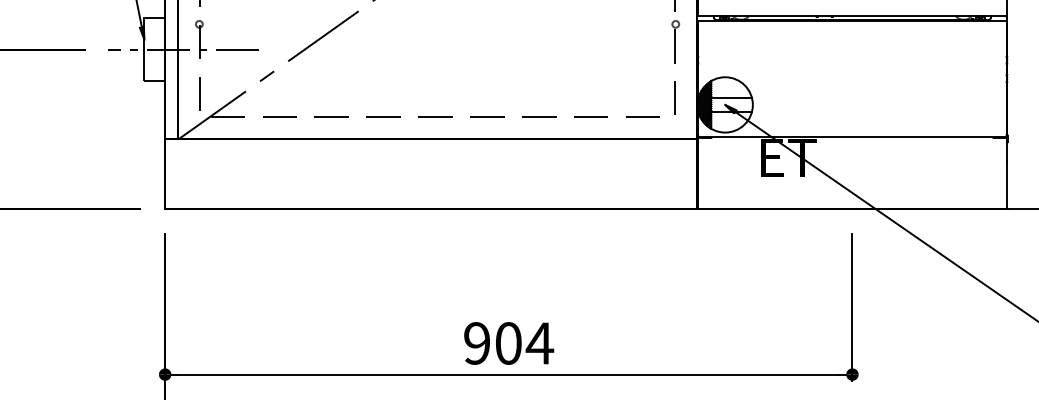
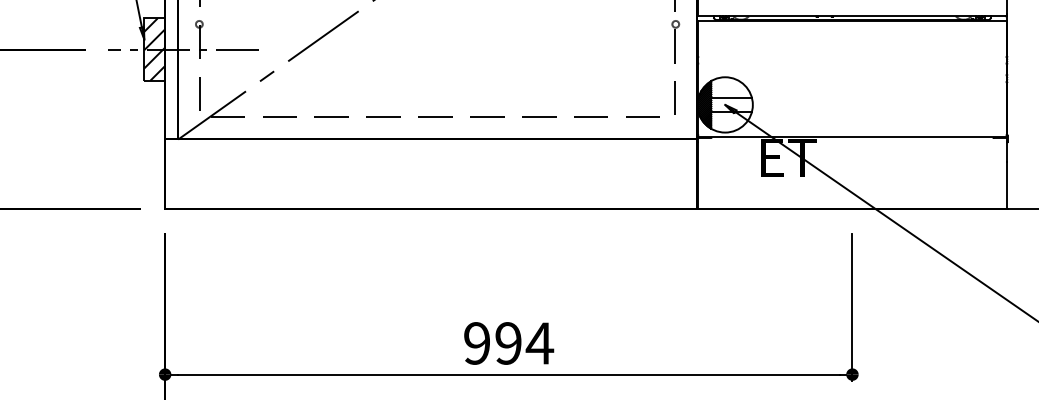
hatch at (154, 49): none -> present
text at (508, 343): 904 -> 994
